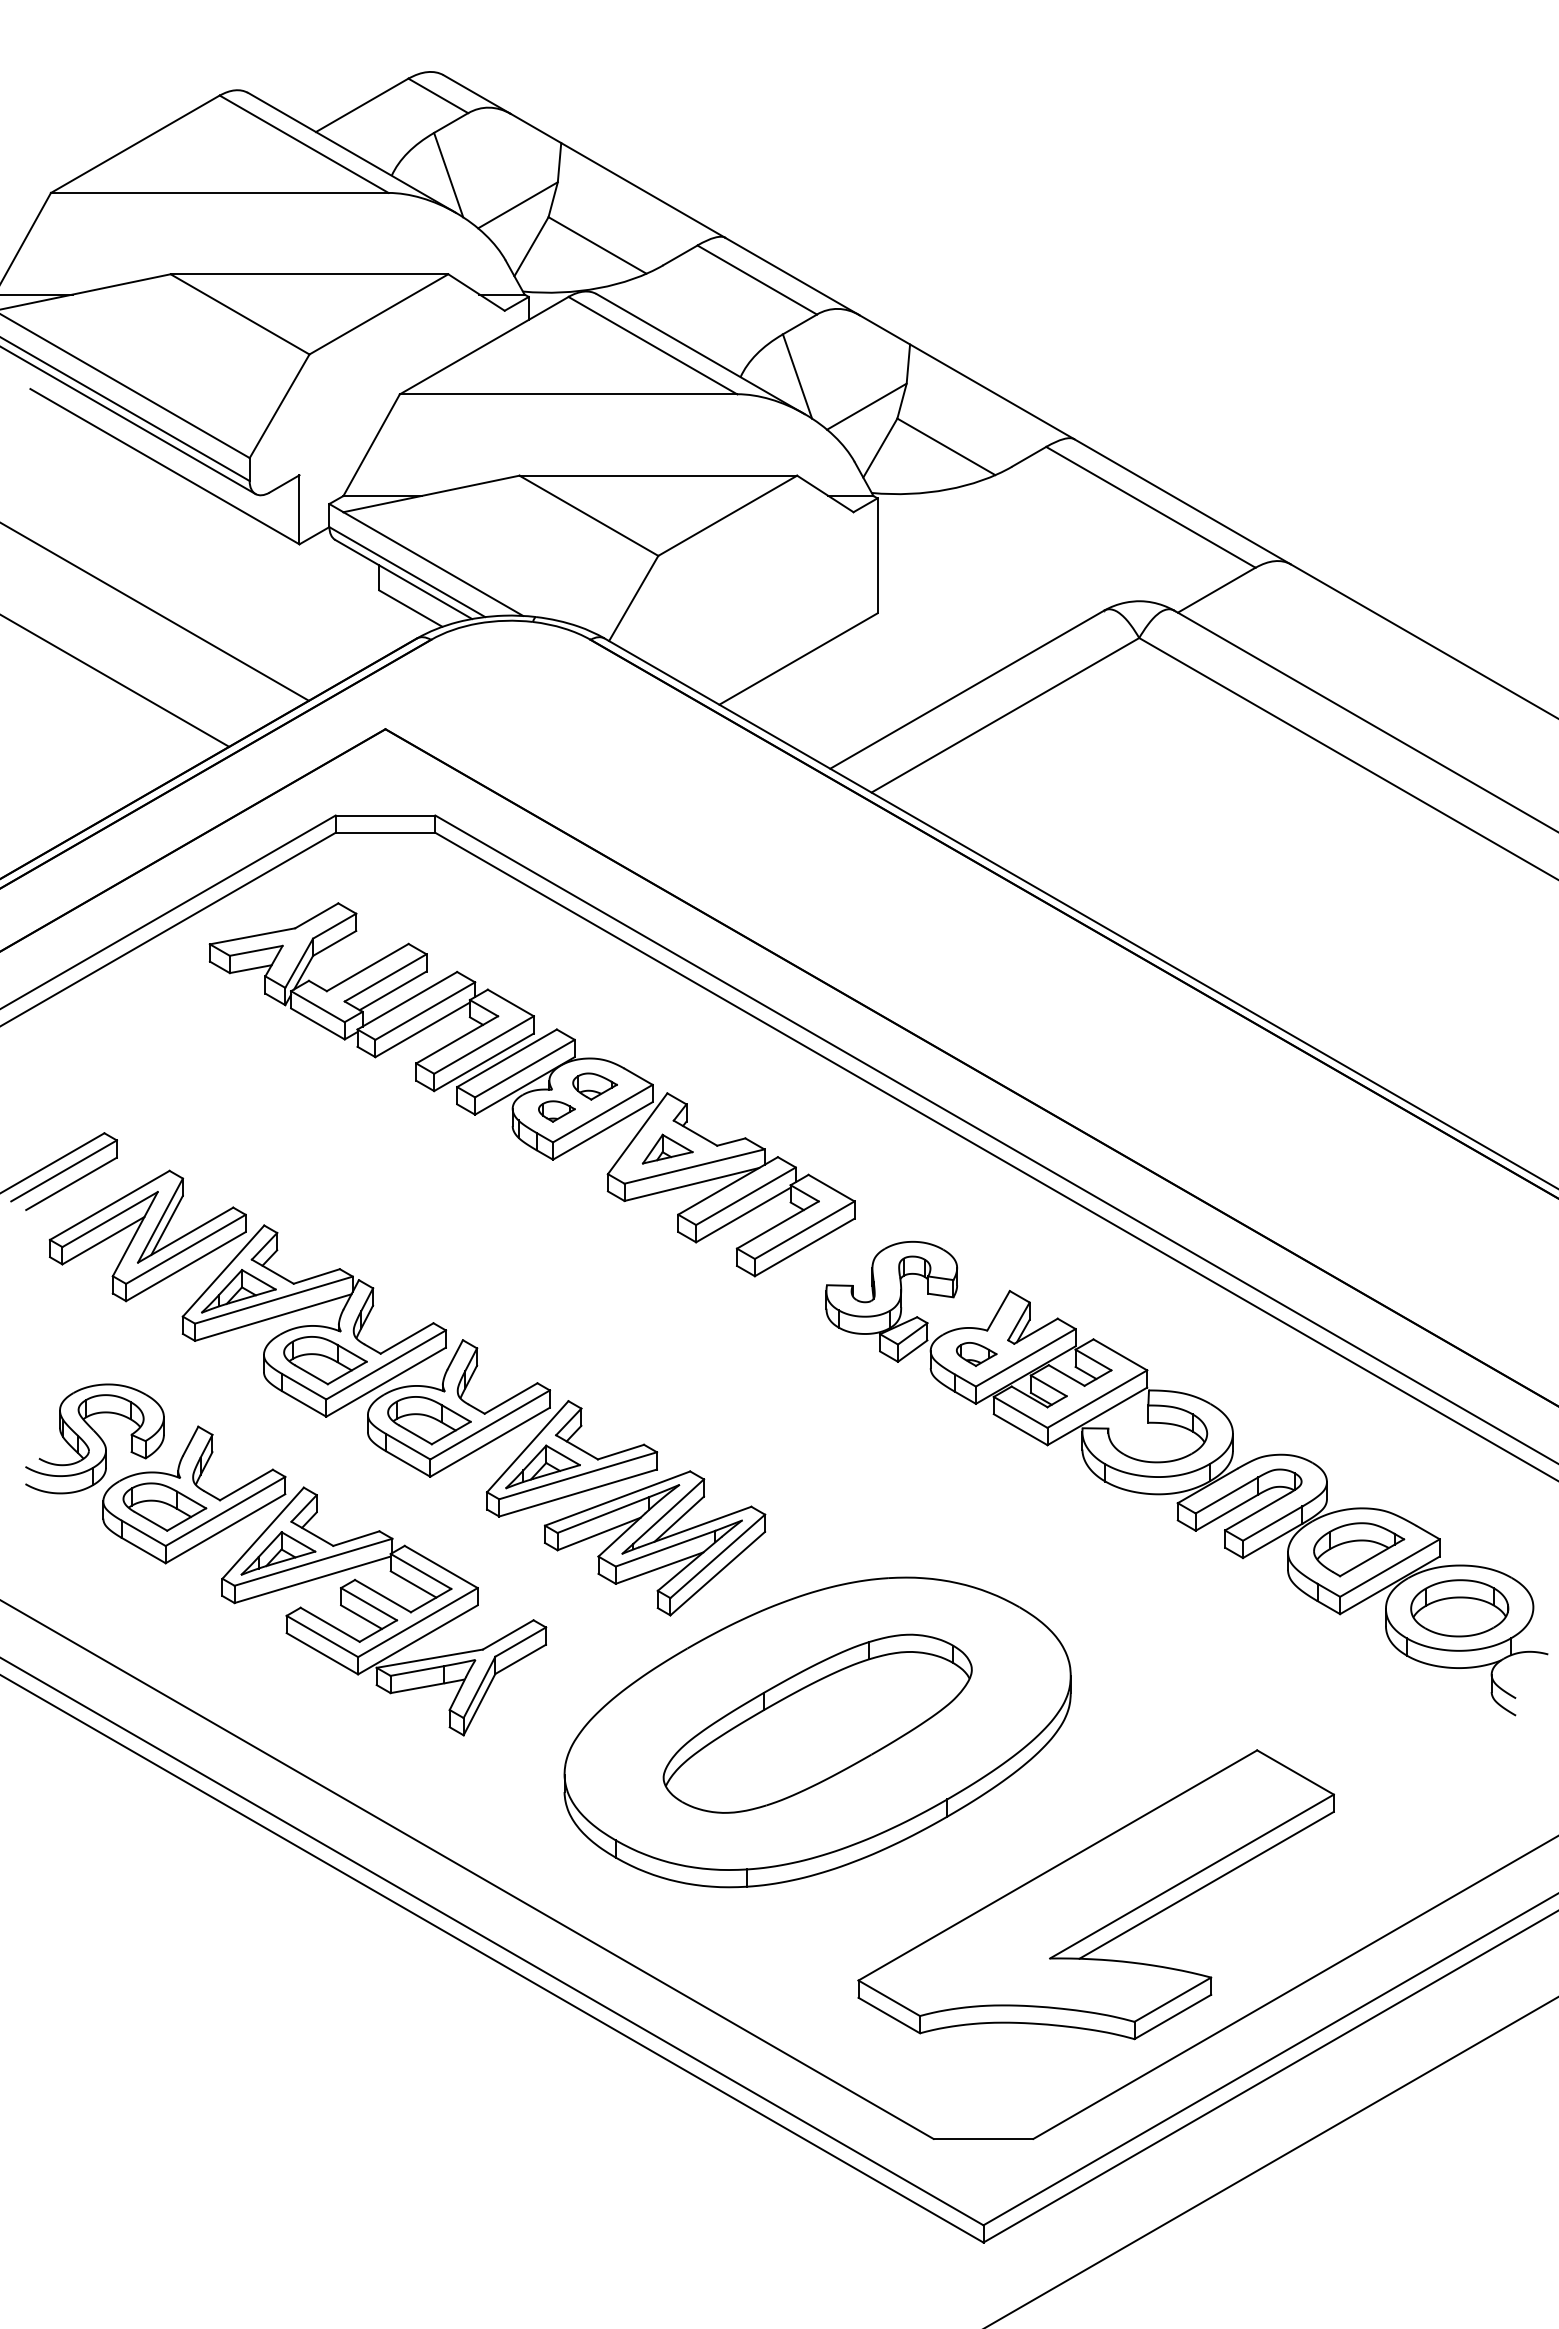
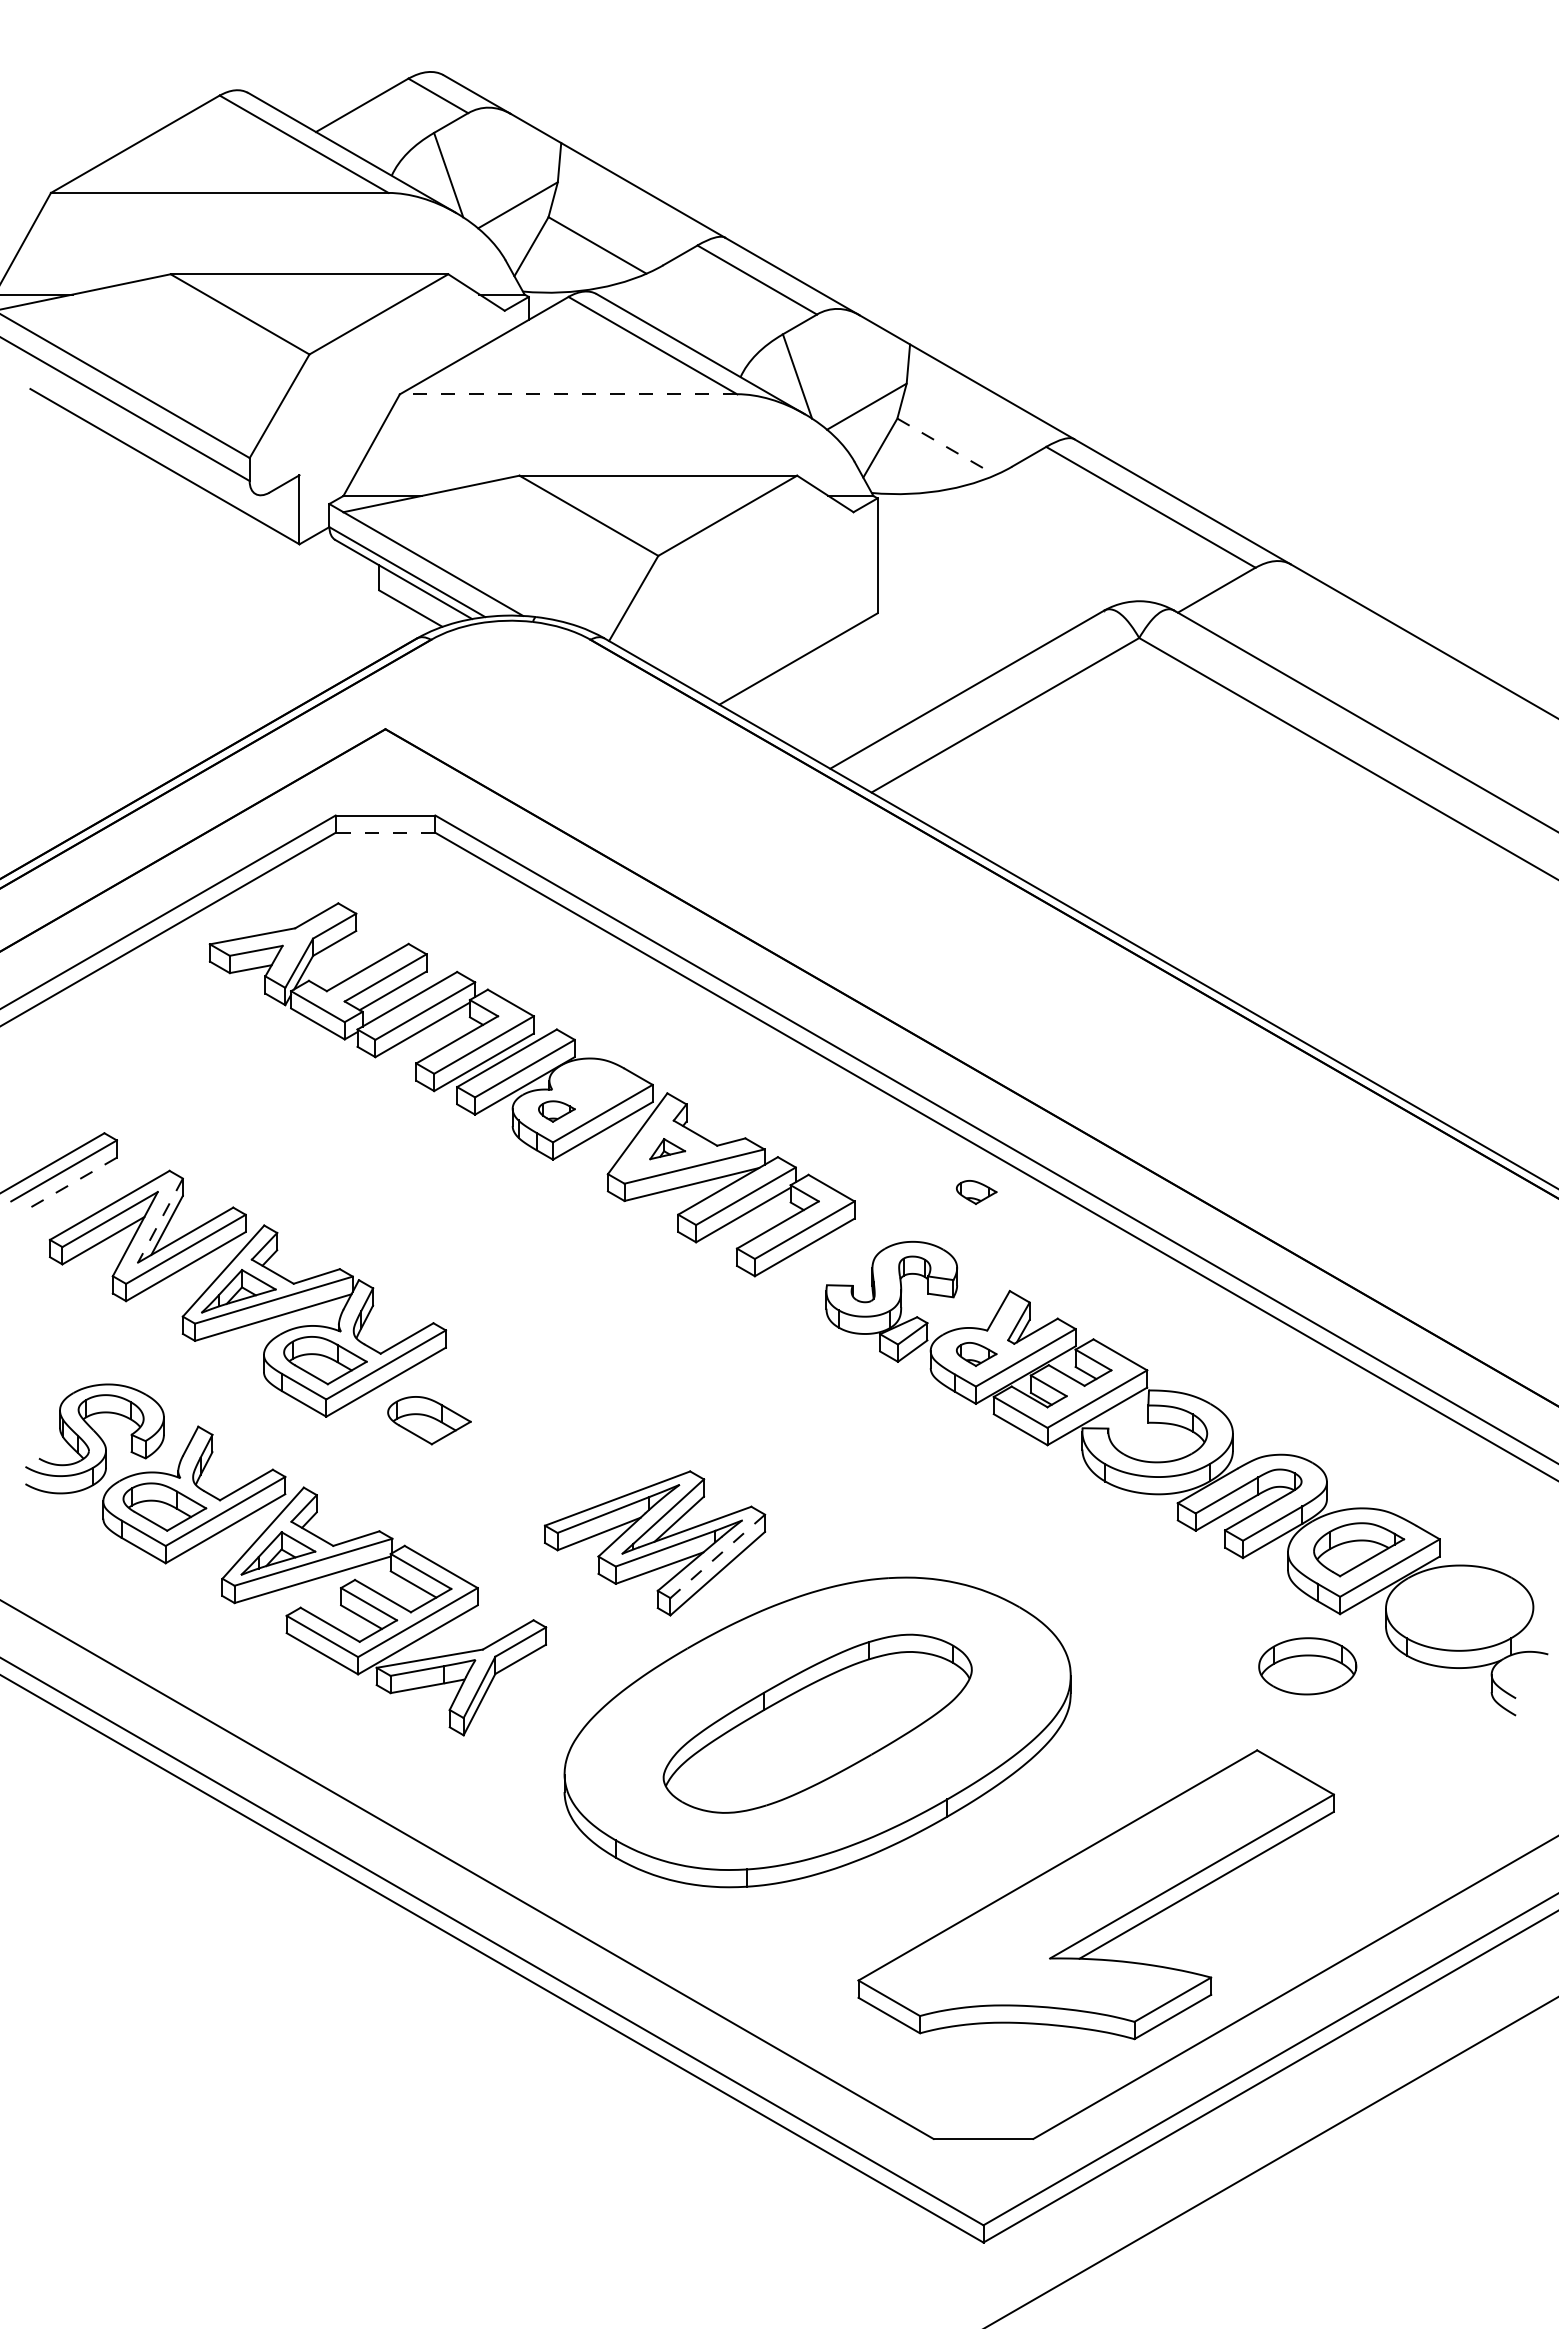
line at (568, 394): solid -> dashed
line at (128, 420): present -> none
line at (946, 446): solid -> dashed
line at (155, 612): present -> none
line at (115, 680): present -> none
line at (385, 832): solid -> dashed
part at (594, 1086): present -> none
part at (667, 1148) size: 53x32 px -> 38x23 px
line at (71, 1184): solid -> dashed
part at (976, 1192): none -> present
line at (160, 1220): solid -> dashed
part at (512, 1428): present -> none
line at (717, 1556): solid -> dashed
part at (1459, 1608) position: (1459, 1608) -> (1307, 1666)
